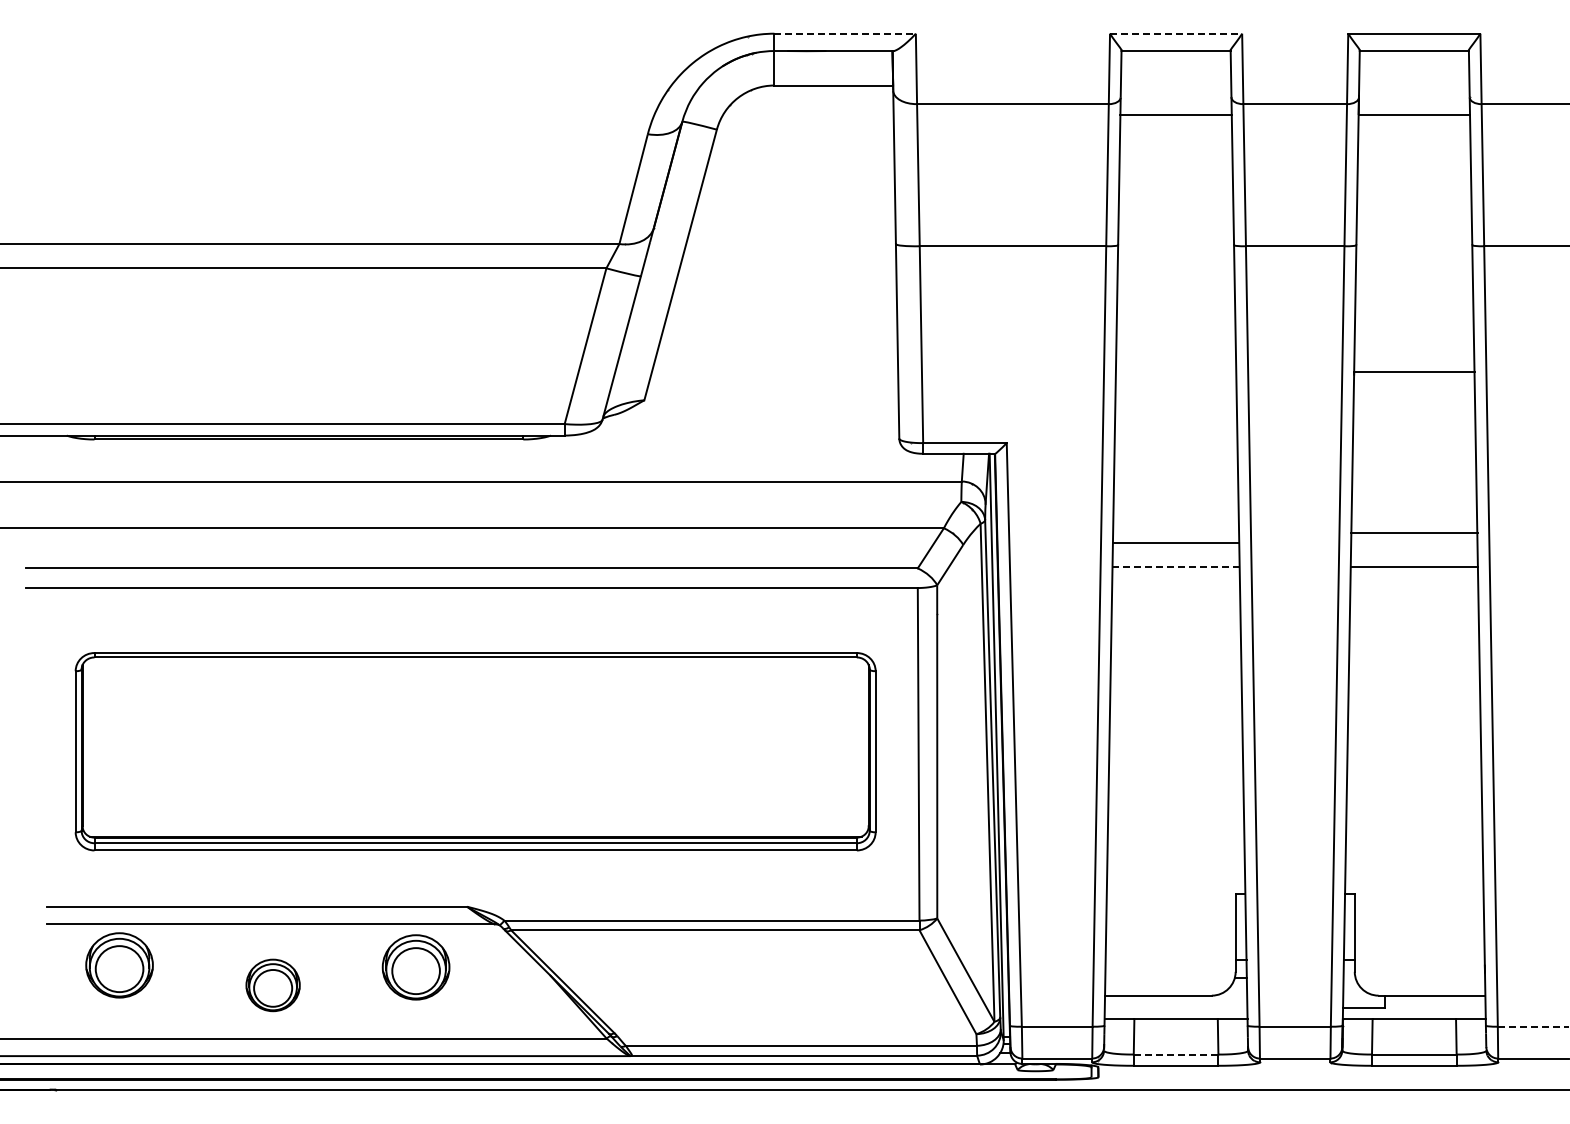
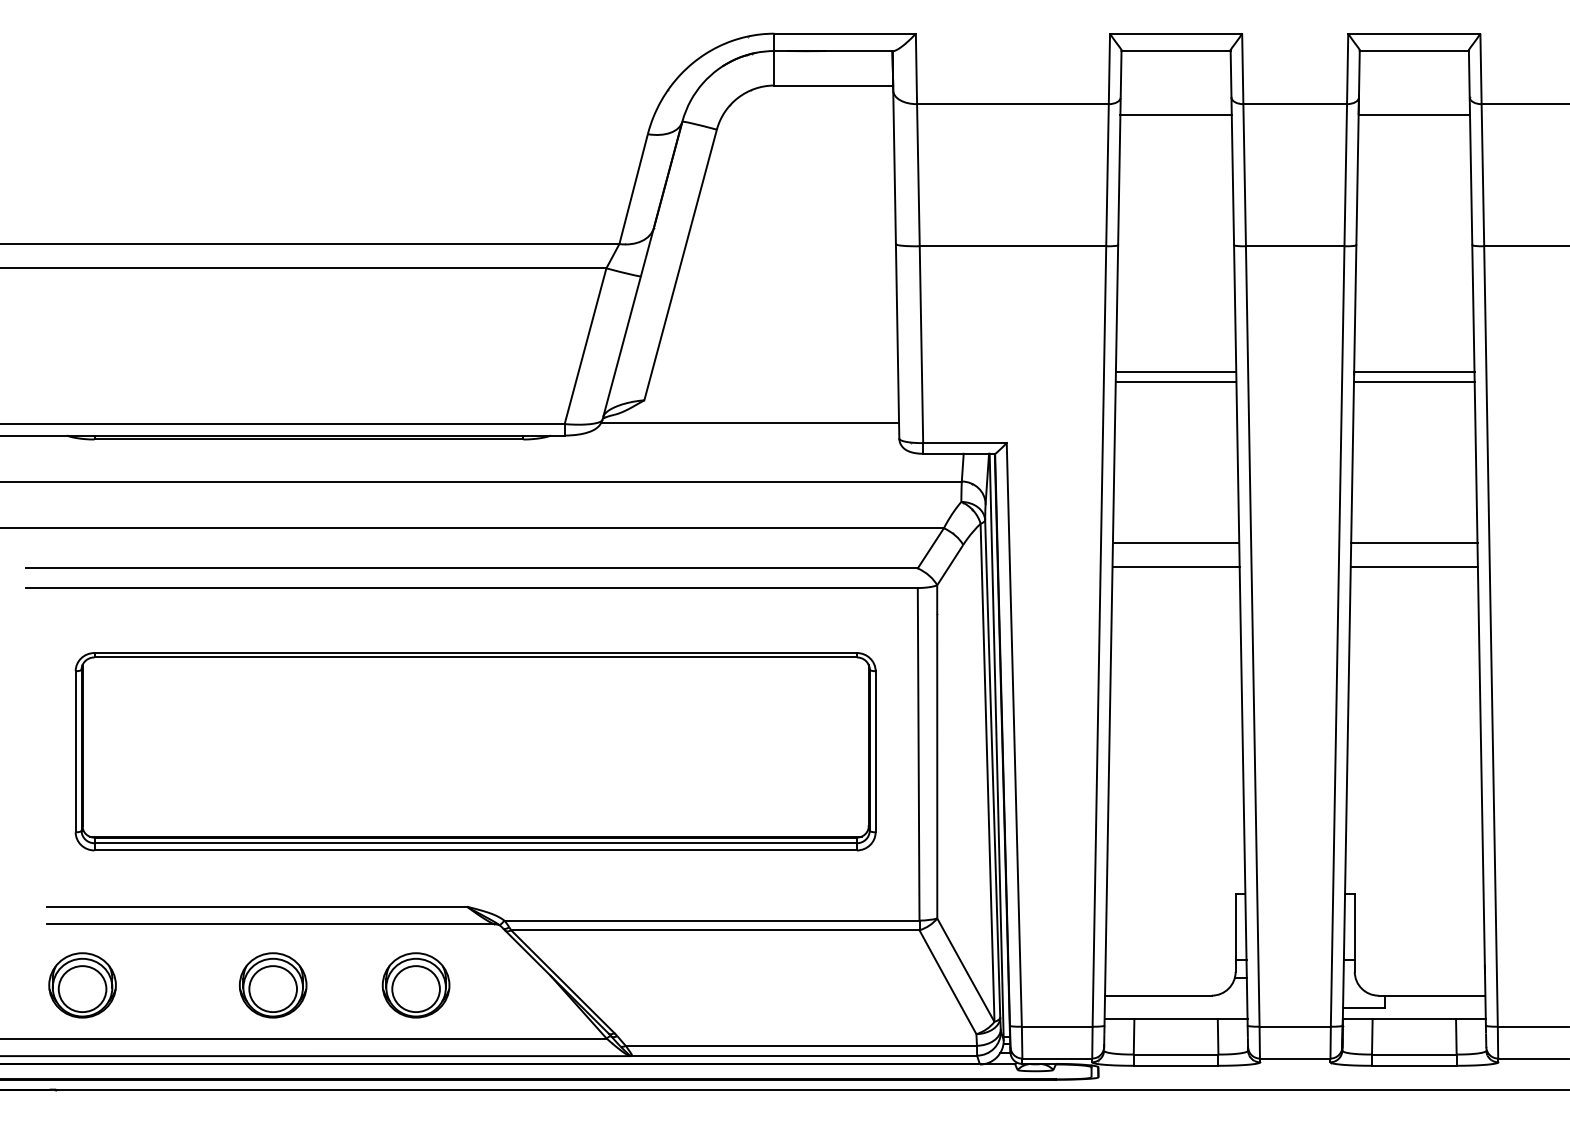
line at (845, 33): dashed -> solid
line at (1176, 33): dashed -> solid
line at (1175, 371): none -> present
line at (1175, 382): none -> present
line at (1413, 382): none -> present
line at (750, 422): none -> present
line at (1414, 533) position: (1414, 533) -> (1414, 543)
line at (1176, 566): dashed -> solid
part at (119, 965) position: (119, 965) -> (82, 985)
part at (415, 967) position: (415, 967) -> (415, 985)
part at (272, 985) size: 56x55 px -> 70x67 px
line at (1533, 1026): dashed -> solid
line at (1176, 1054): dashed -> solid
